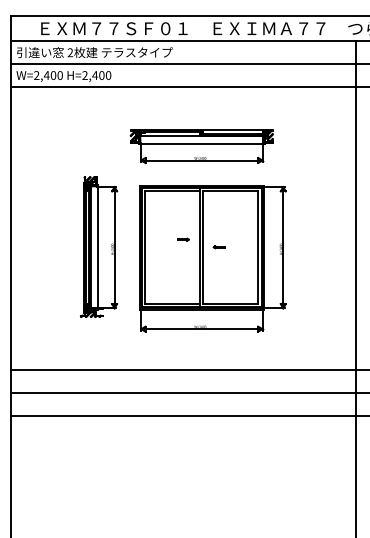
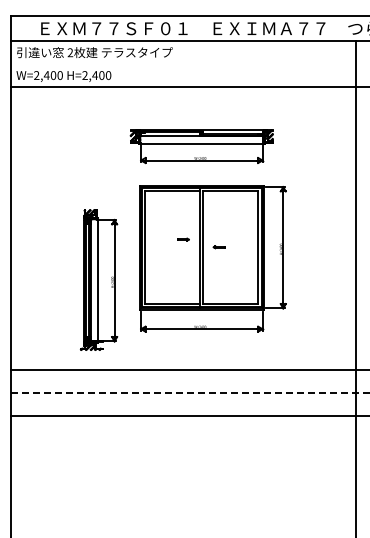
line at (188, 64): present -> none
part at (98, 246) position: (98, 246) -> (98, 279)
line at (191, 392): solid -> dashed
